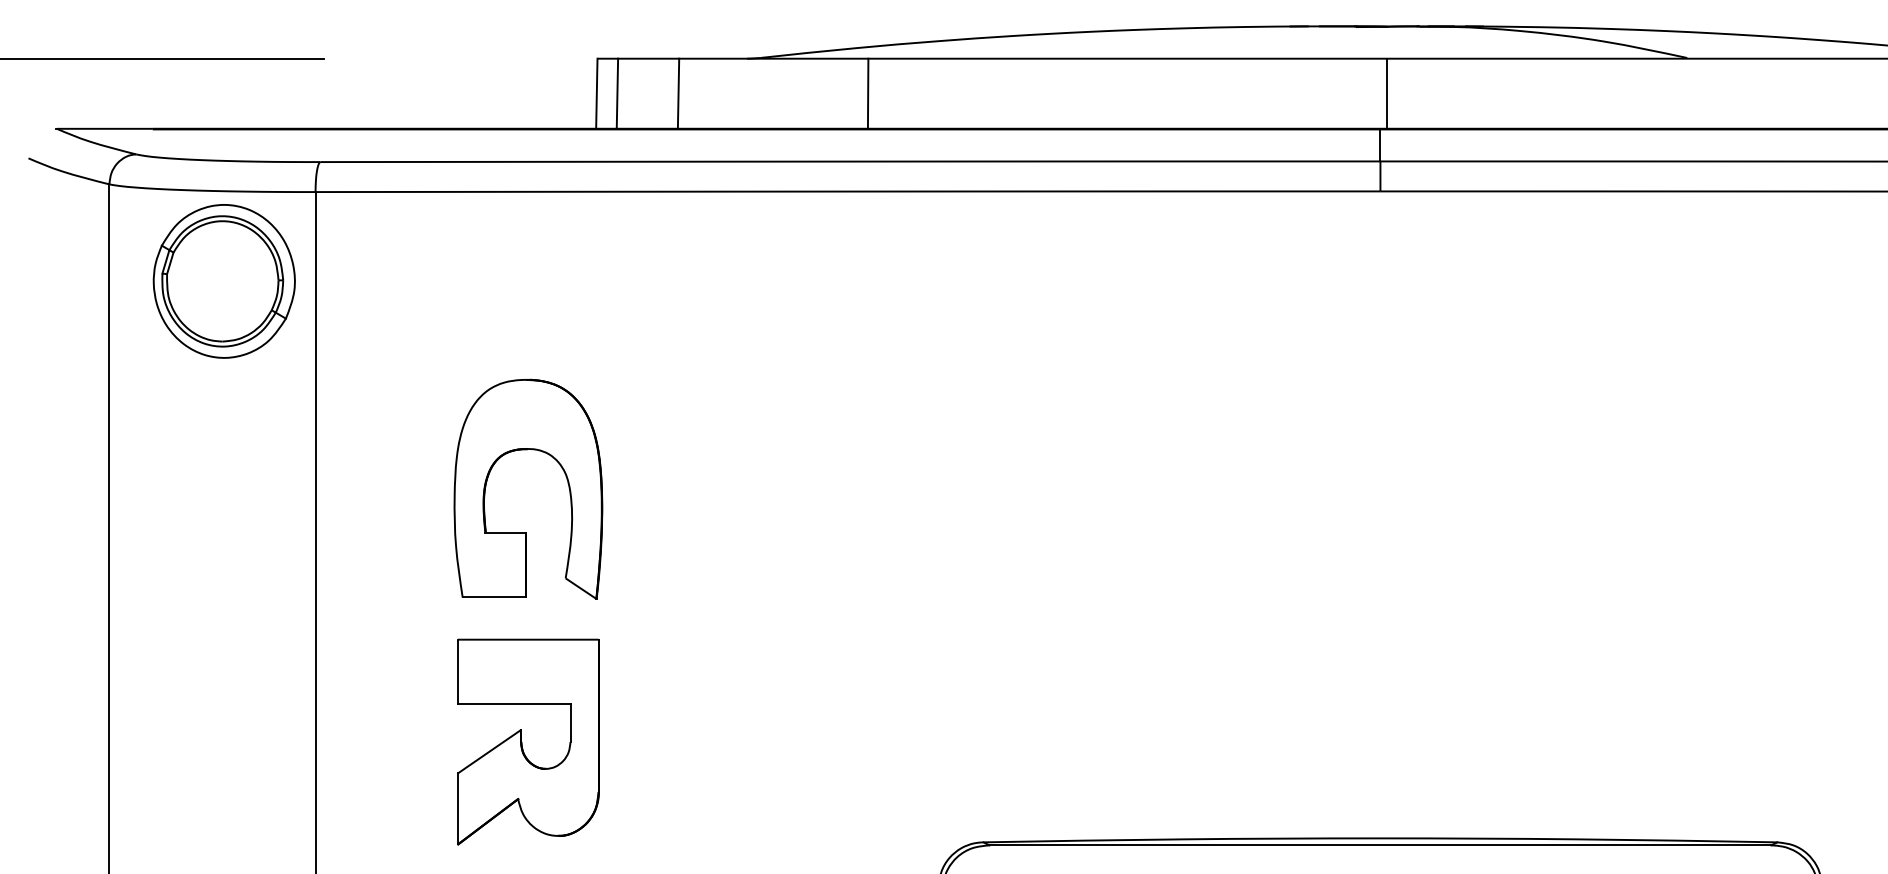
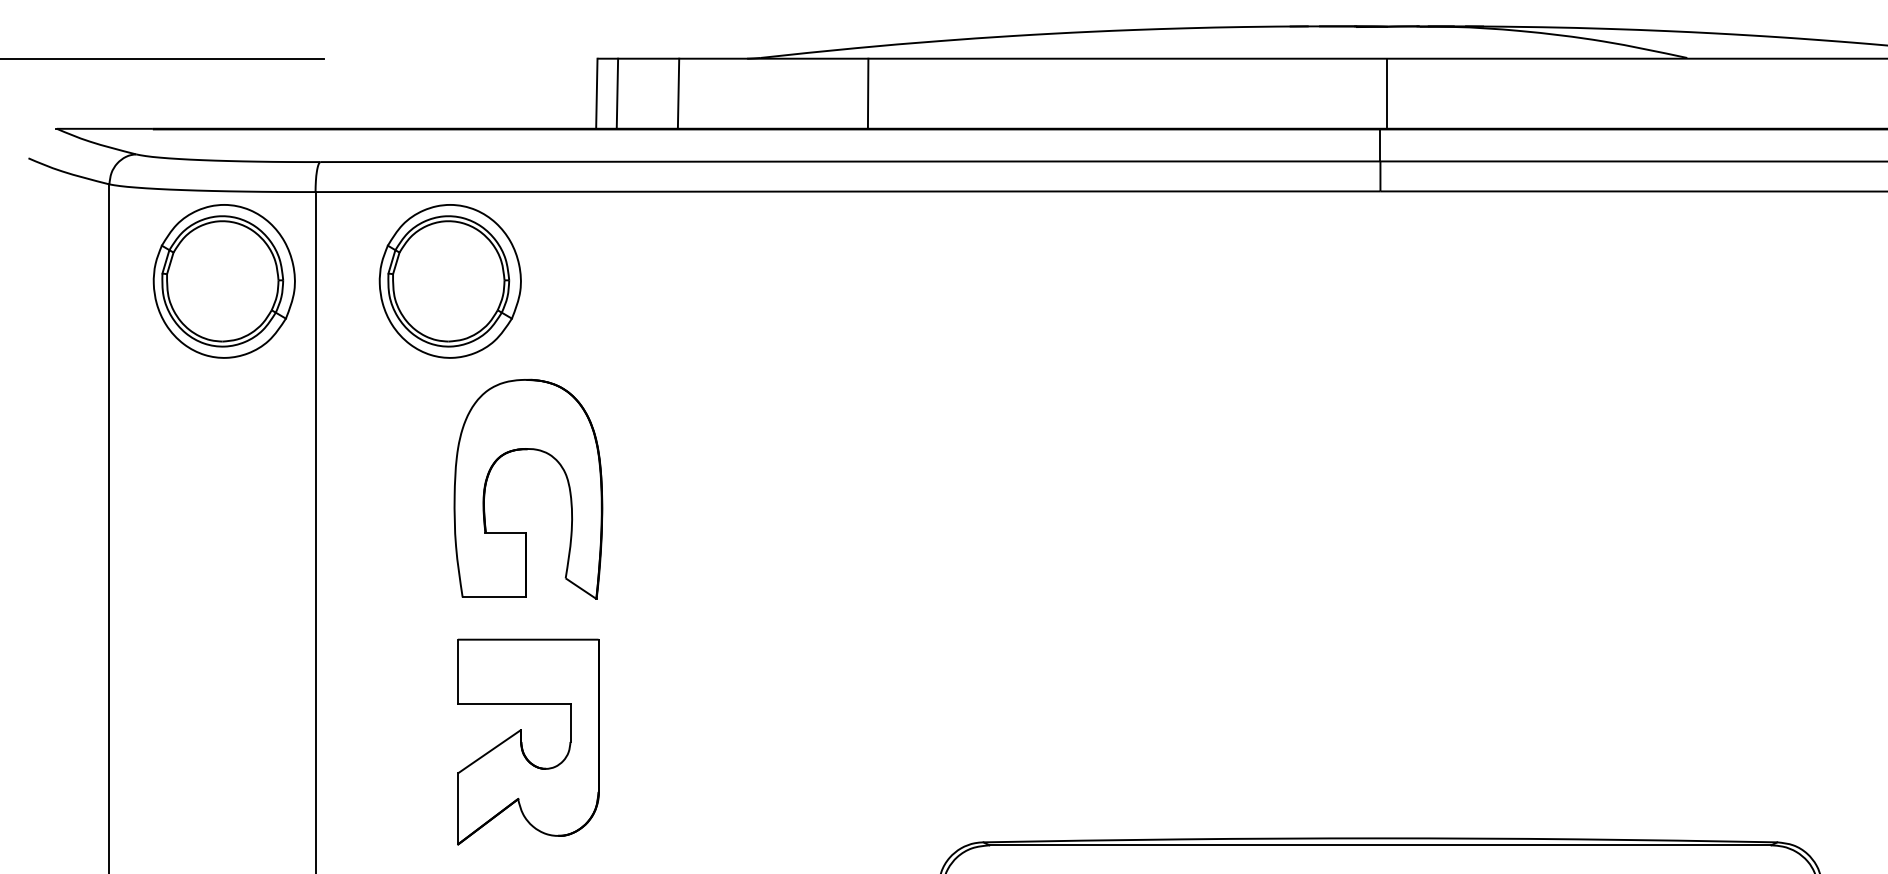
part at (449, 281): none -> present
